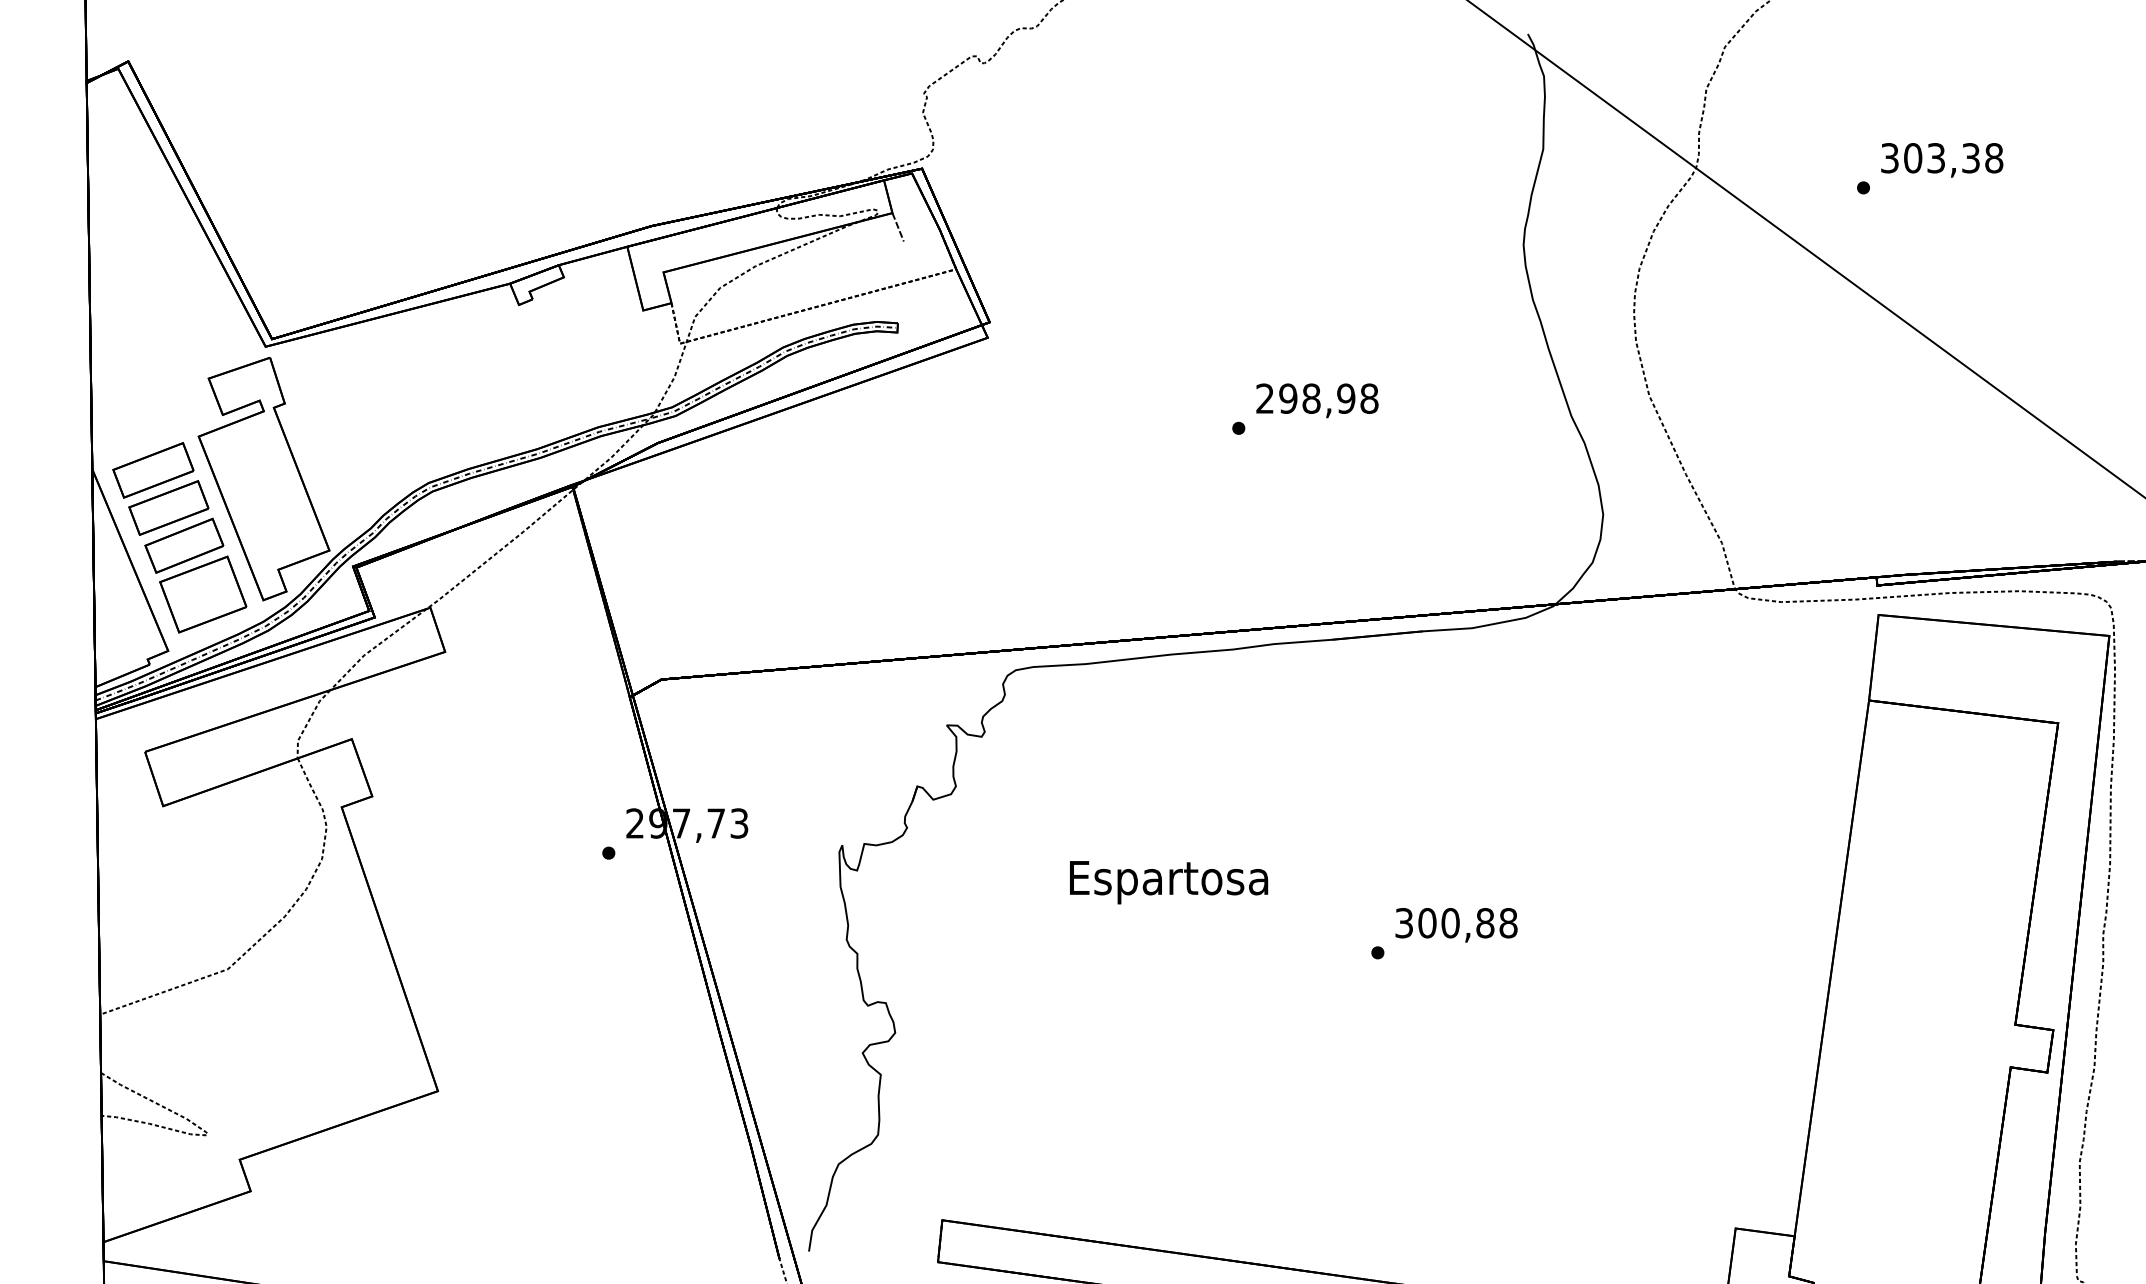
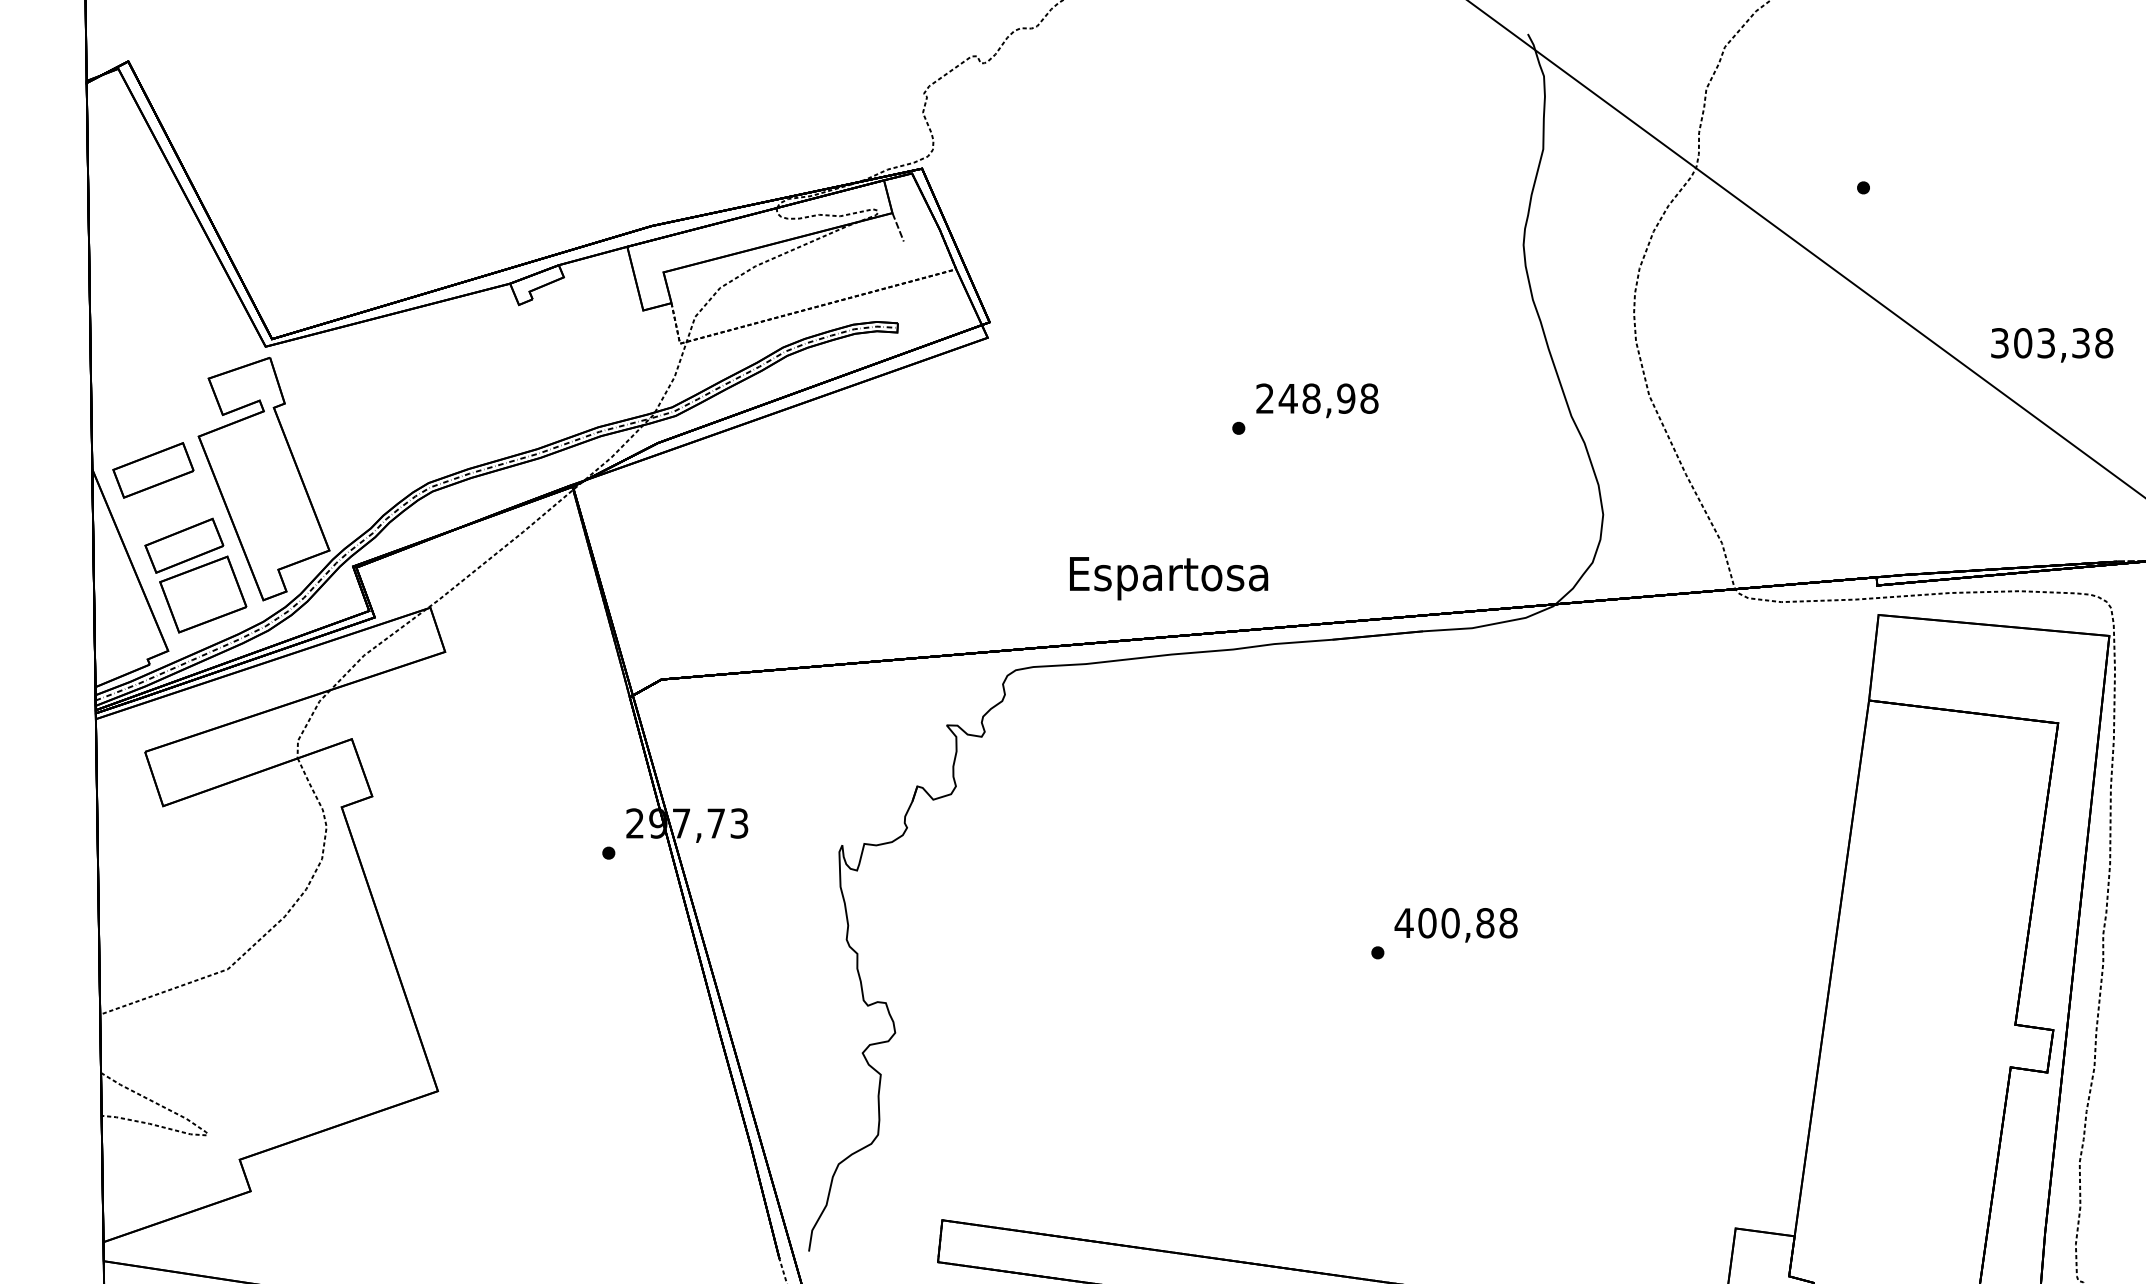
text at (1942, 160) position: (1942, 160) -> (2052, 345)
text at (1287, 398): 298,98 -> 248,98
part at (168, 507): present -> none
text at (1169, 882) position: (1169, 882) -> (1169, 578)
text at (1403, 923): 300,88 -> 400,88
